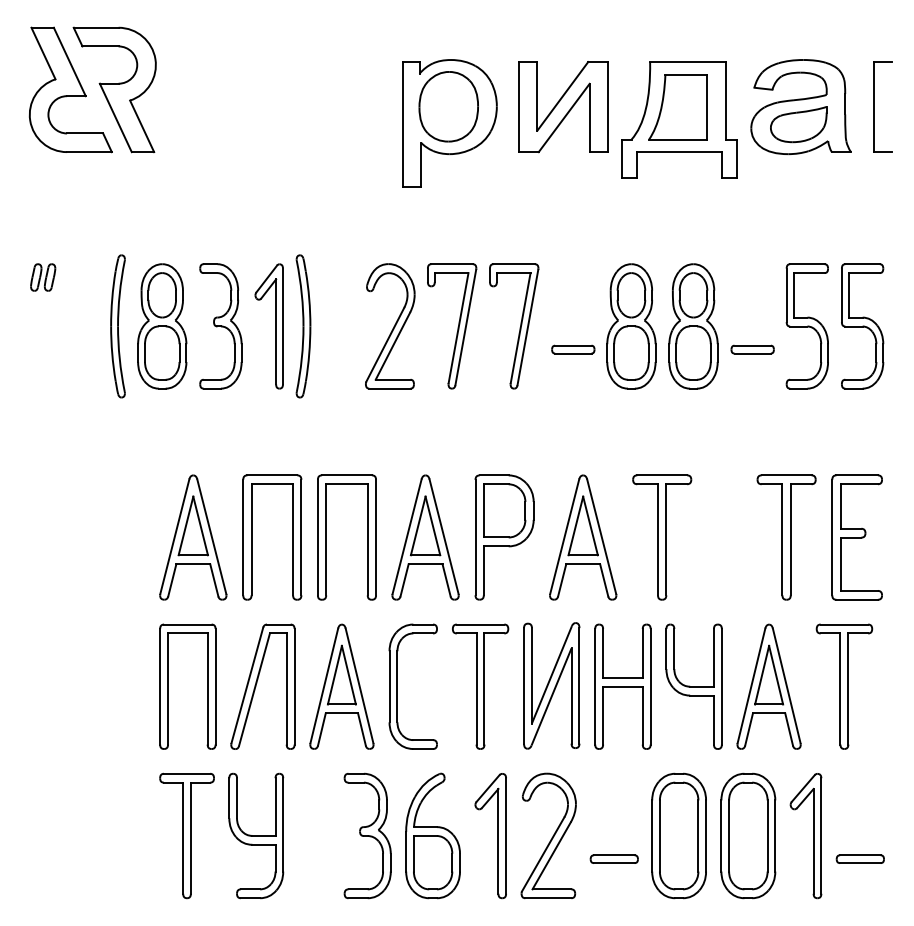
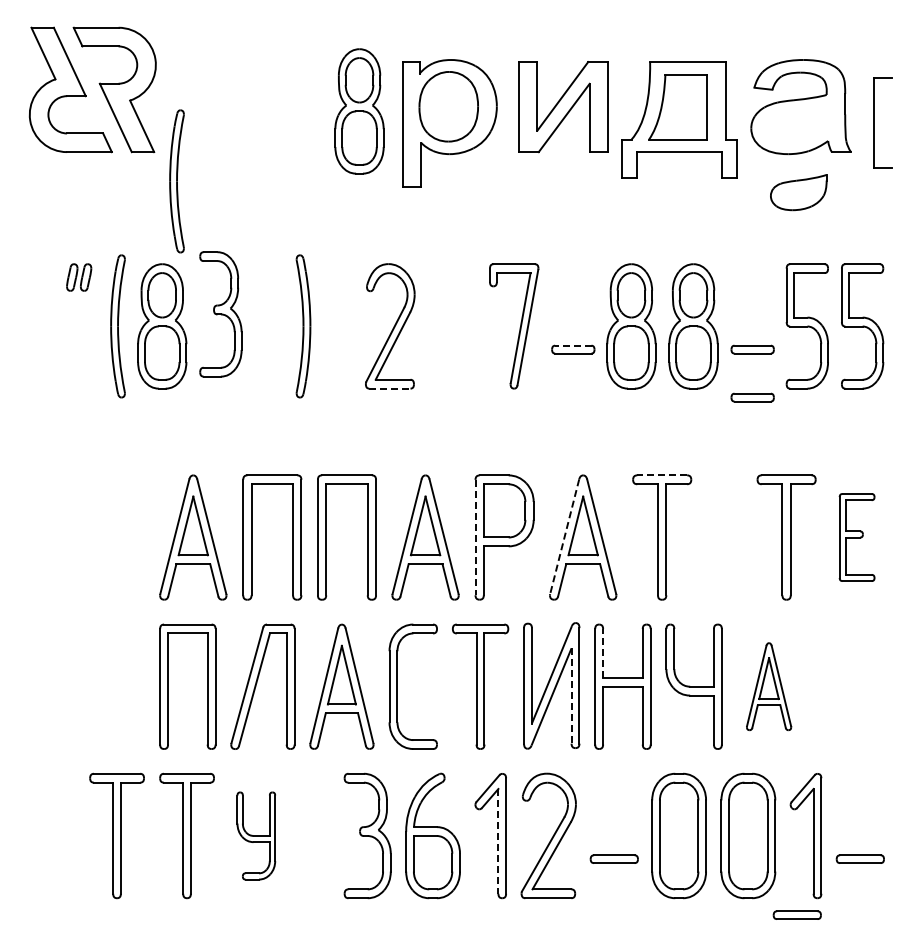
part at (874, 106) position: (874, 106) -> (874, 122)
part at (359, 111): none -> present
part at (798, 124) position: (798, 124) -> (798, 192)
part at (176, 181): none -> present
part at (43, 277) position: (43, 277) -> (79, 277)
part at (220, 326) position: (220, 326) -> (220, 314)
part at (275, 326): present -> none
part at (452, 326): present -> none
line at (572, 345): solid -> dashed
line at (389, 388): solid -> dashed
part at (752, 397): none -> present
line at (662, 475): solid -> dashed
line at (475, 537): solid -> dashed
line at (564, 537): solid -> dashed
part at (856, 537) size: 52x127 px -> 38x89 px
line at (603, 653): solid -> dashed
part at (768, 686) size: 66x127 px -> 47x90 px
part at (844, 686): present -> none
line at (571, 695): solid -> dashed
part at (116, 835): none -> present
part at (256, 835) size: 57x128 px -> 41x90 px
line at (498, 841): solid -> dashed
part at (796, 914): none -> present
